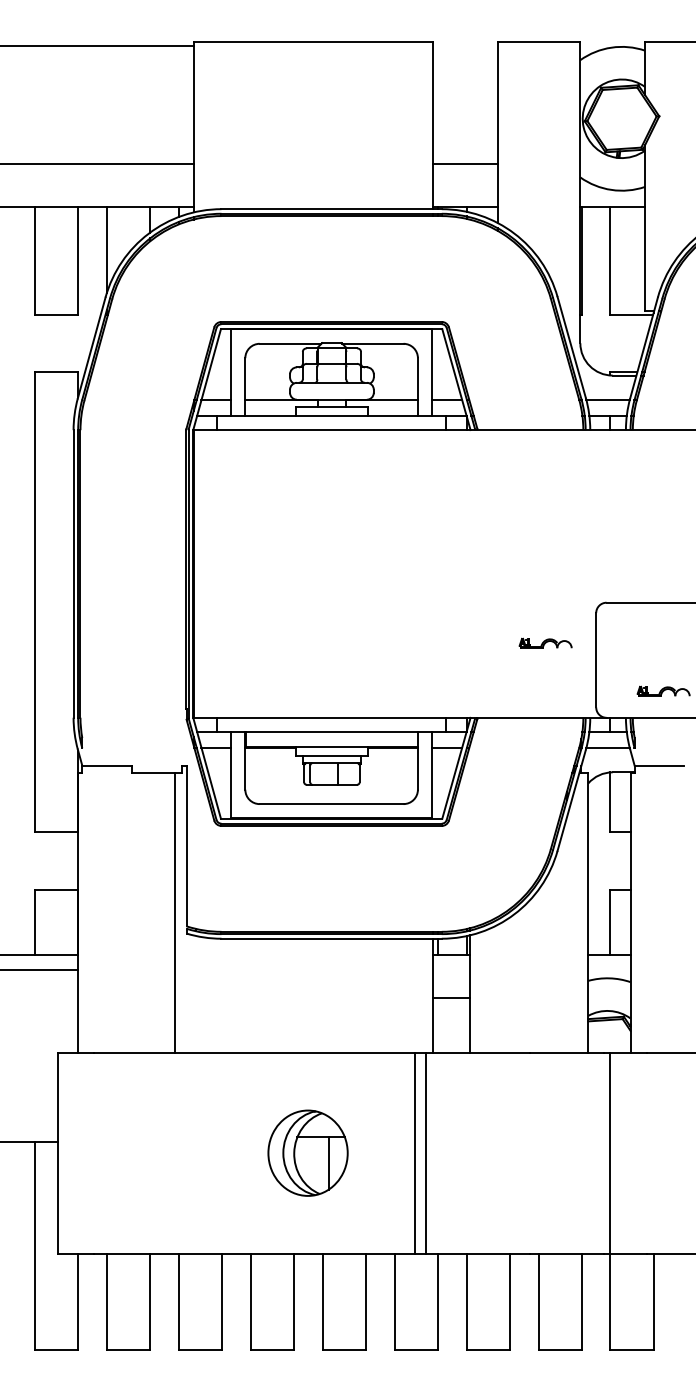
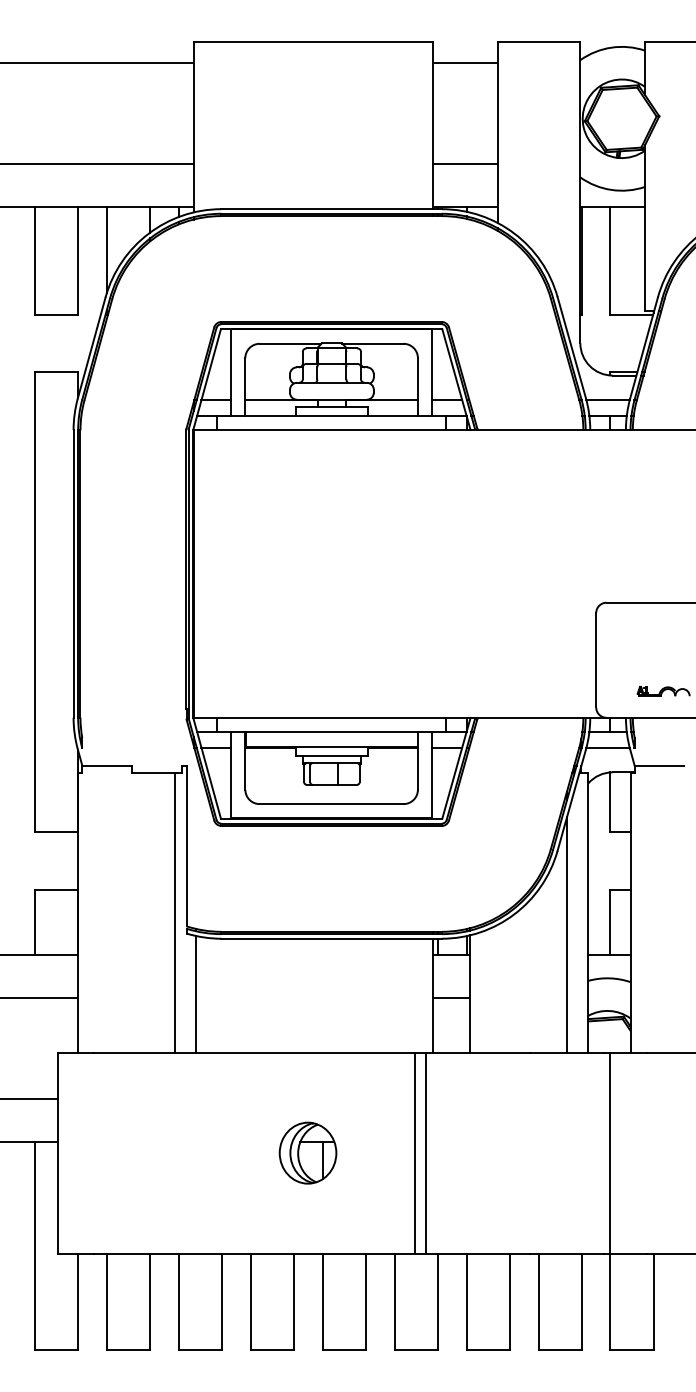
line at (97, 45) position: (97, 45) -> (97, 62)
line at (465, 62): none -> present
part at (545, 642): present -> none
line at (566, 934): none -> present
line at (40, 969) position: (40, 969) -> (40, 997)
line at (196, 994): none -> present
line at (30, 1098): none -> present
part at (307, 1152) size: 82x88 px -> 60x64 px
